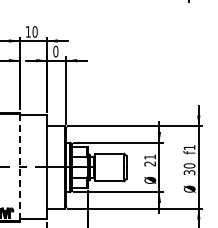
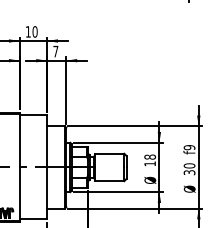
text at (55, 51): 0 -> 7
text at (189, 147): f1 -> f9
text at (149, 160): 21 -> 18
line at (19, 167): dashed -> solid
